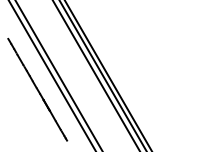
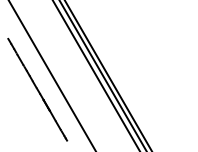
line at (58, 75): present -> none
